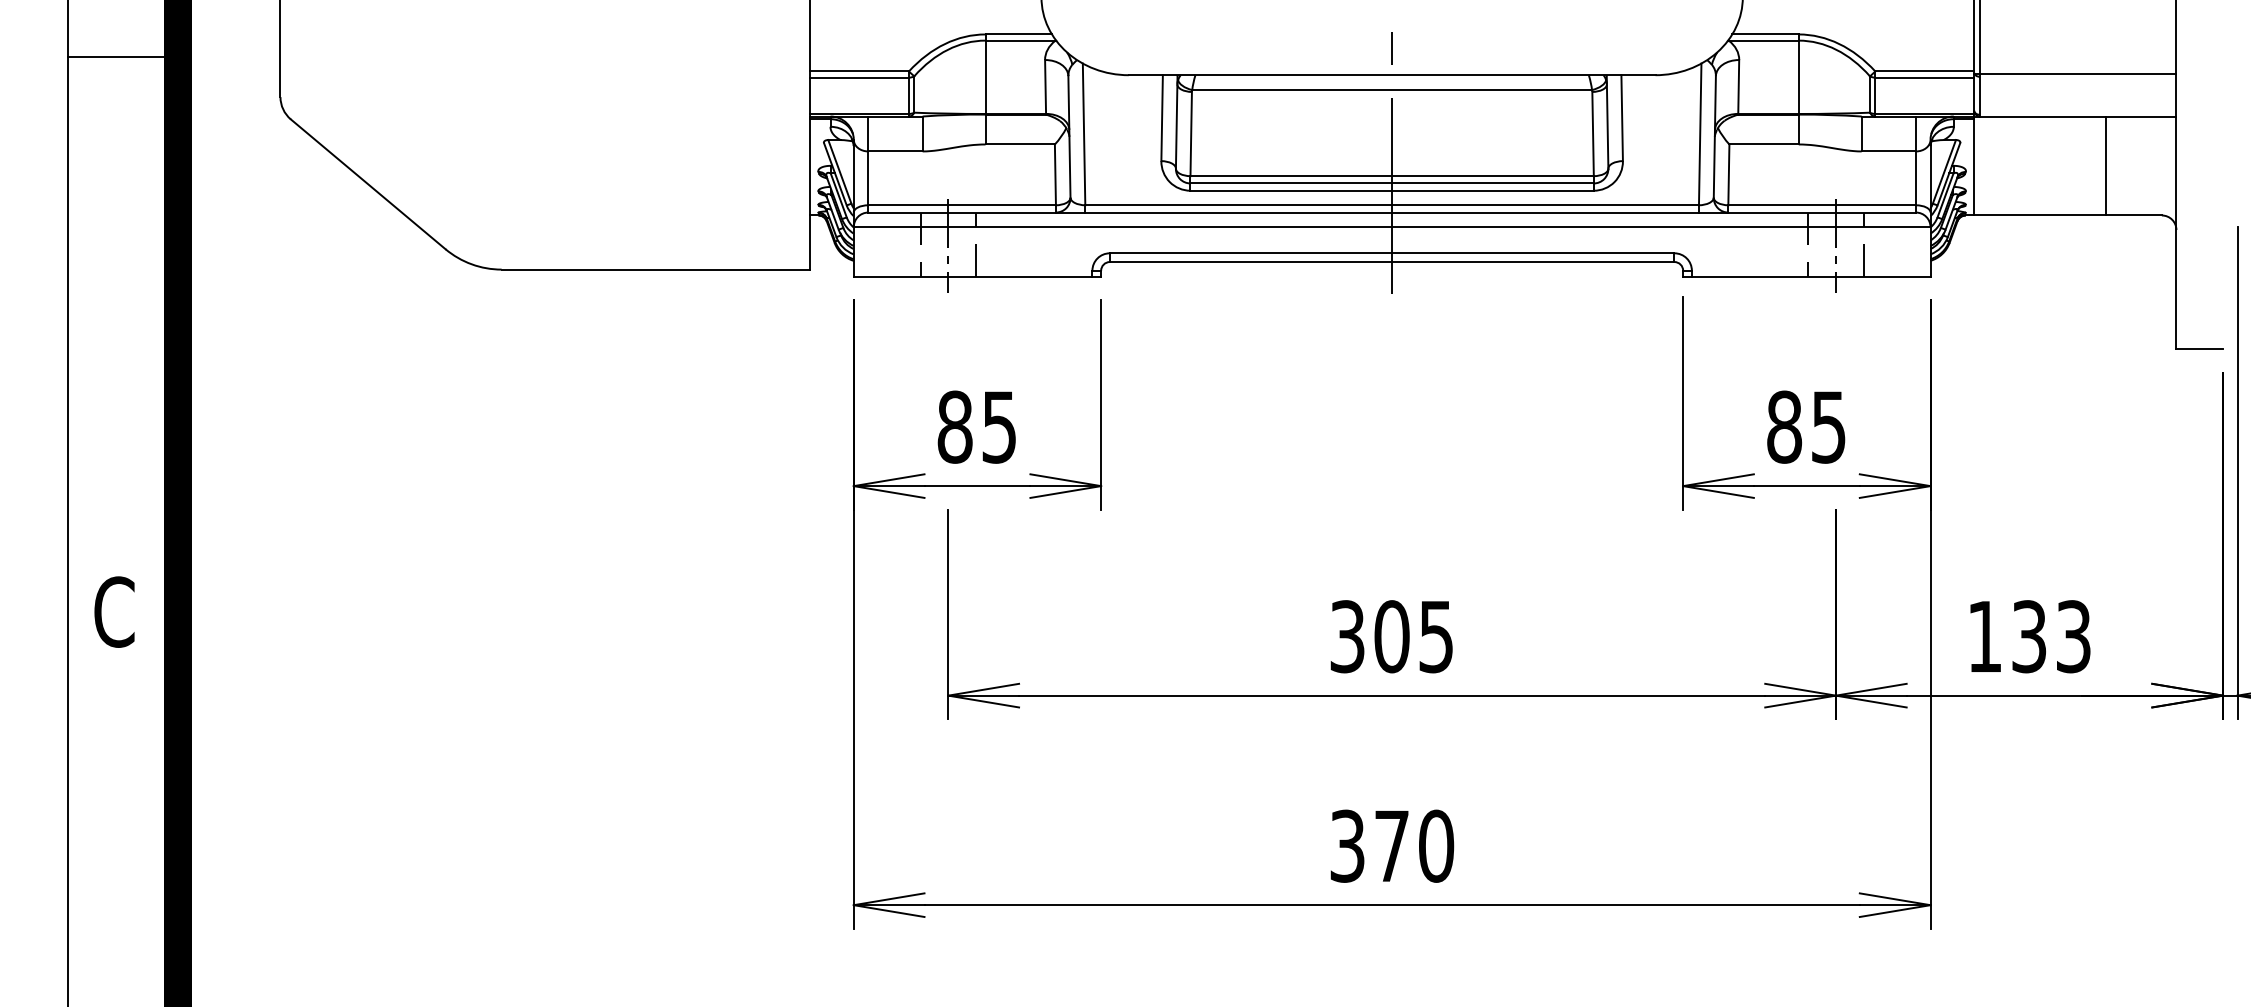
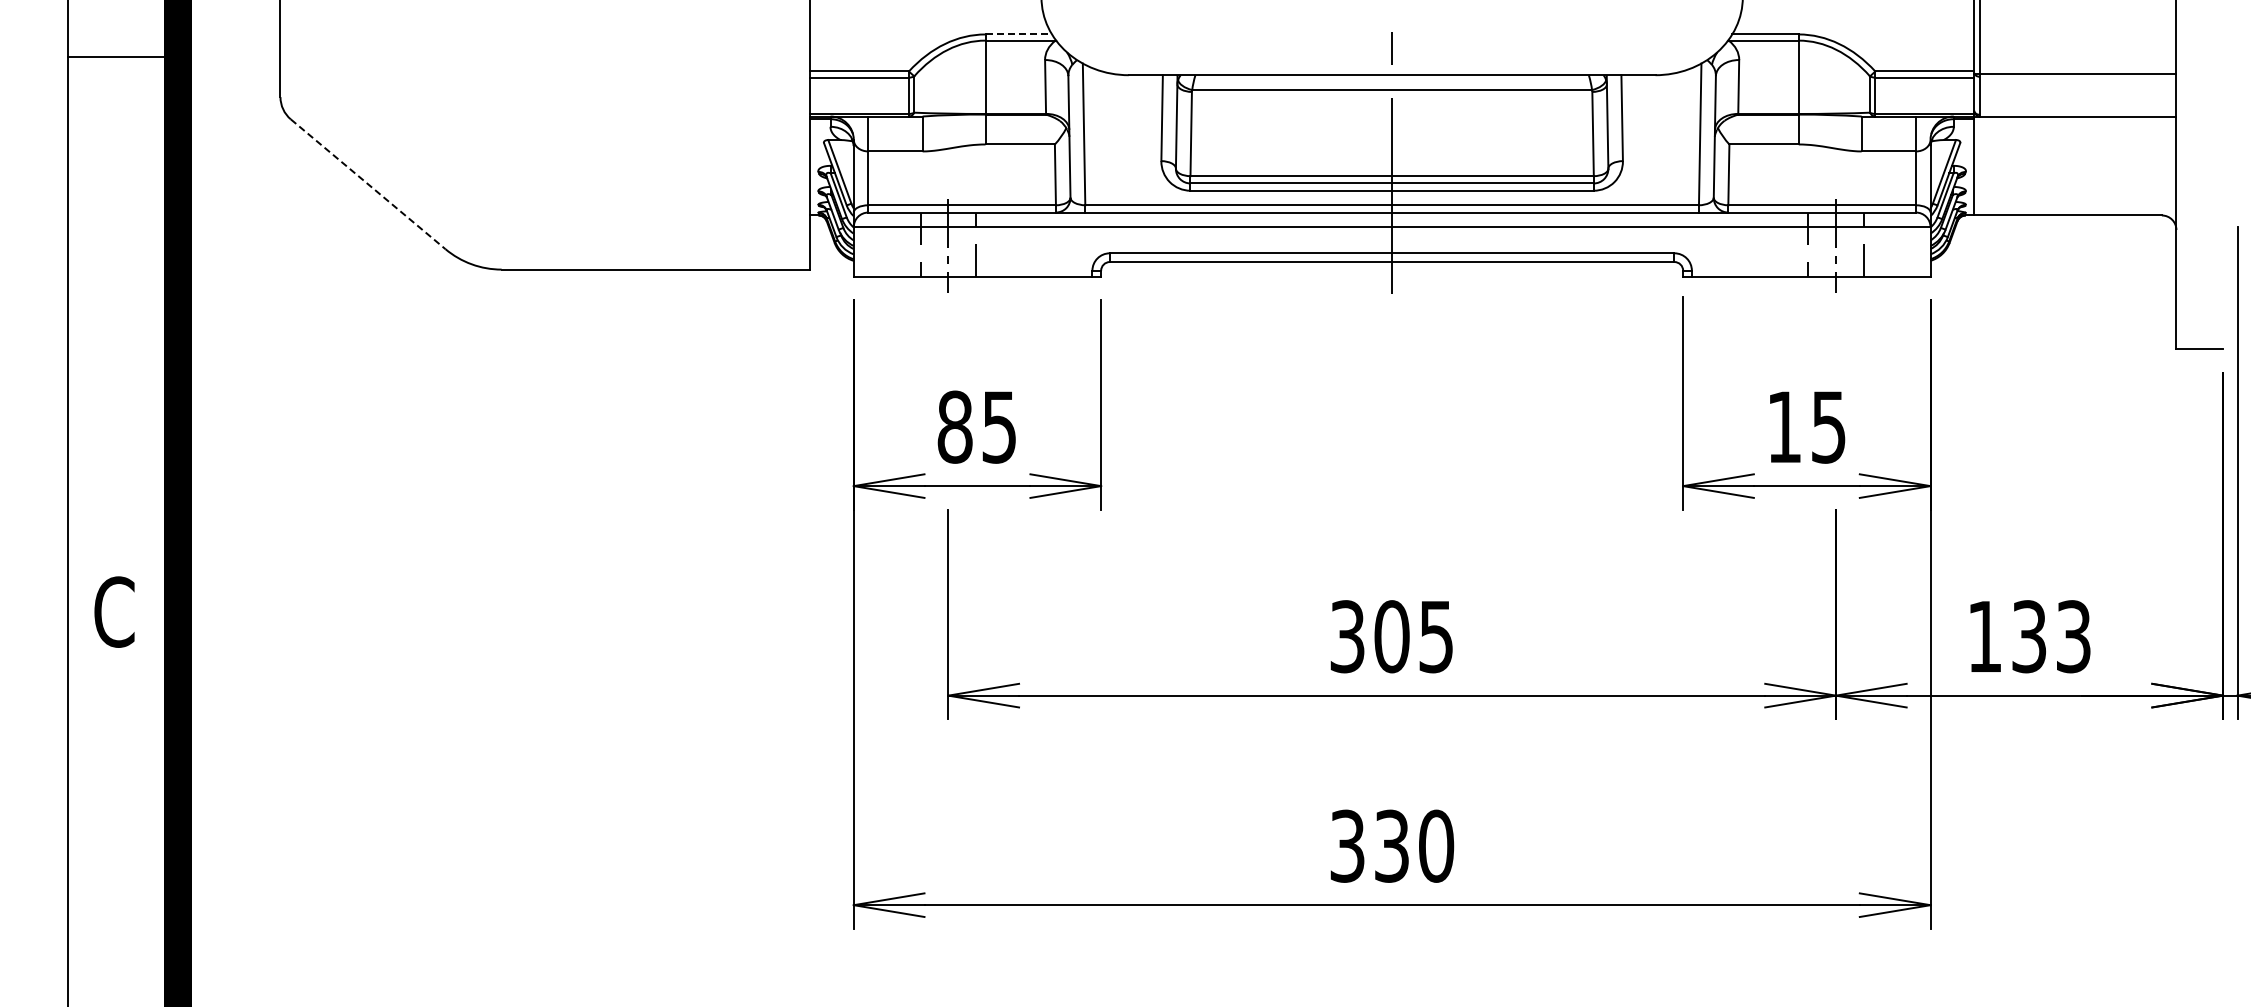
line at (1019, 34): solid -> dashed
line at (2106, 165): present -> none
line at (368, 184): solid -> dashed
text at (1784, 426): 85 -> 15
text at (1391, 845): 370 -> 330
